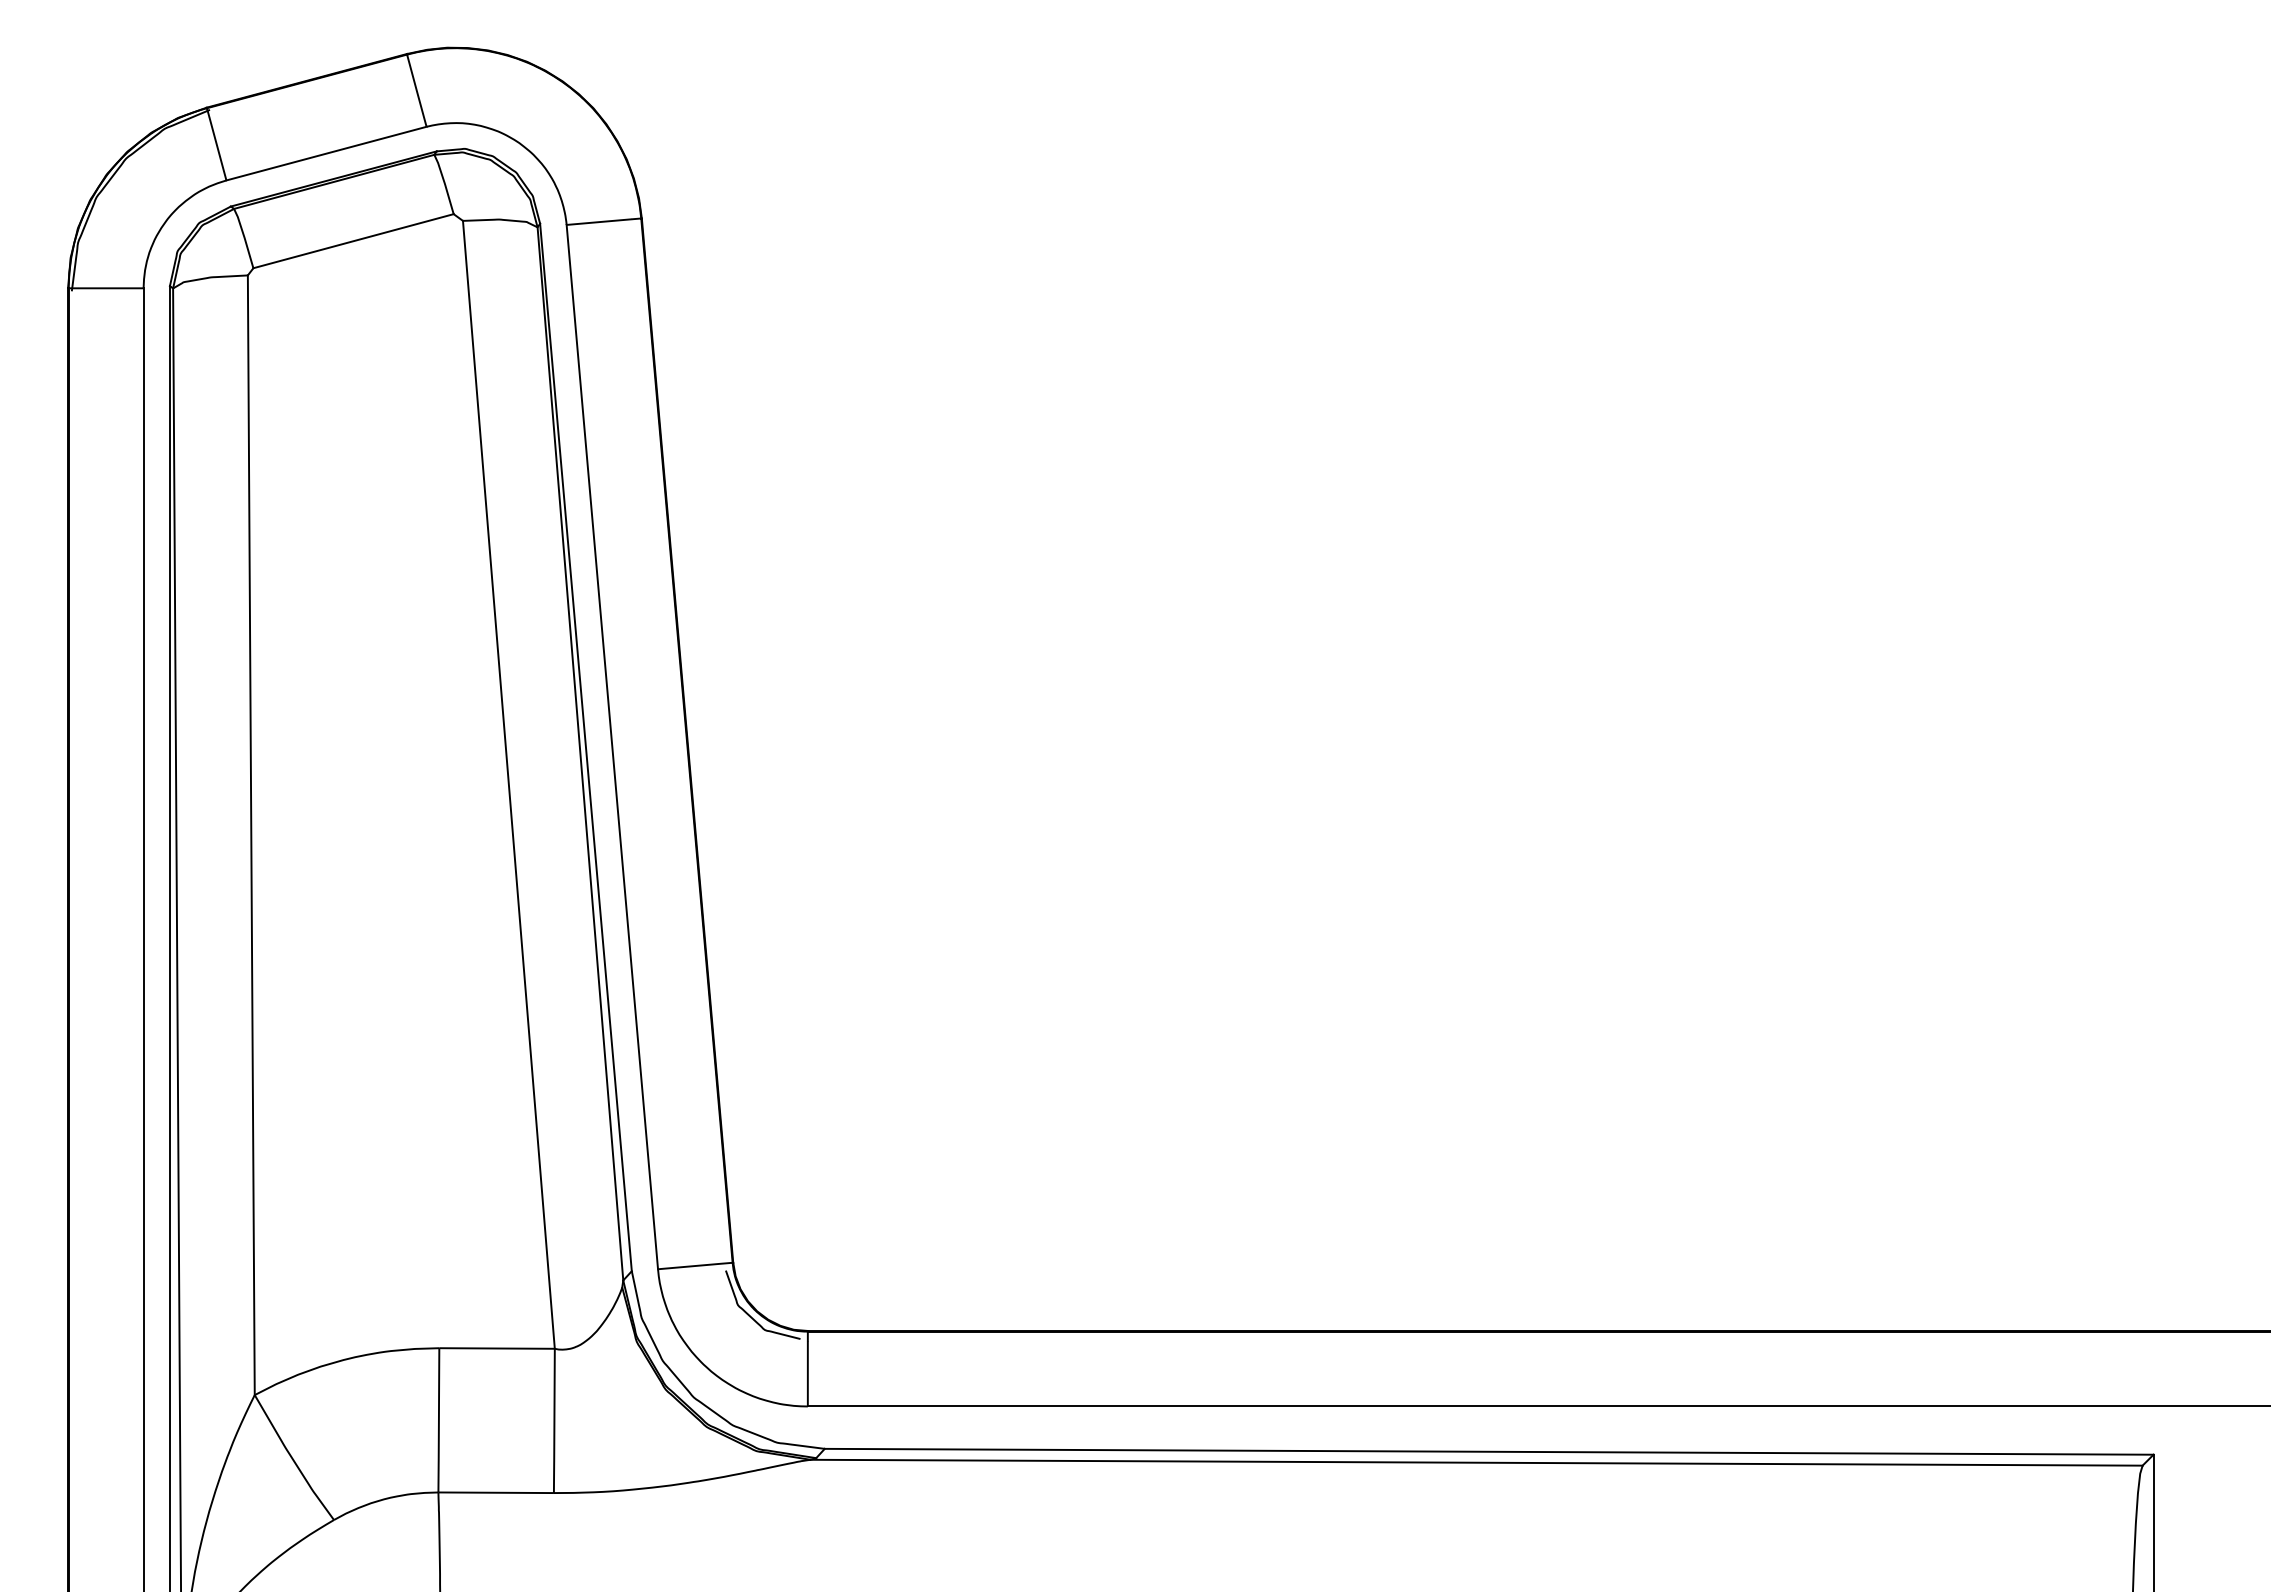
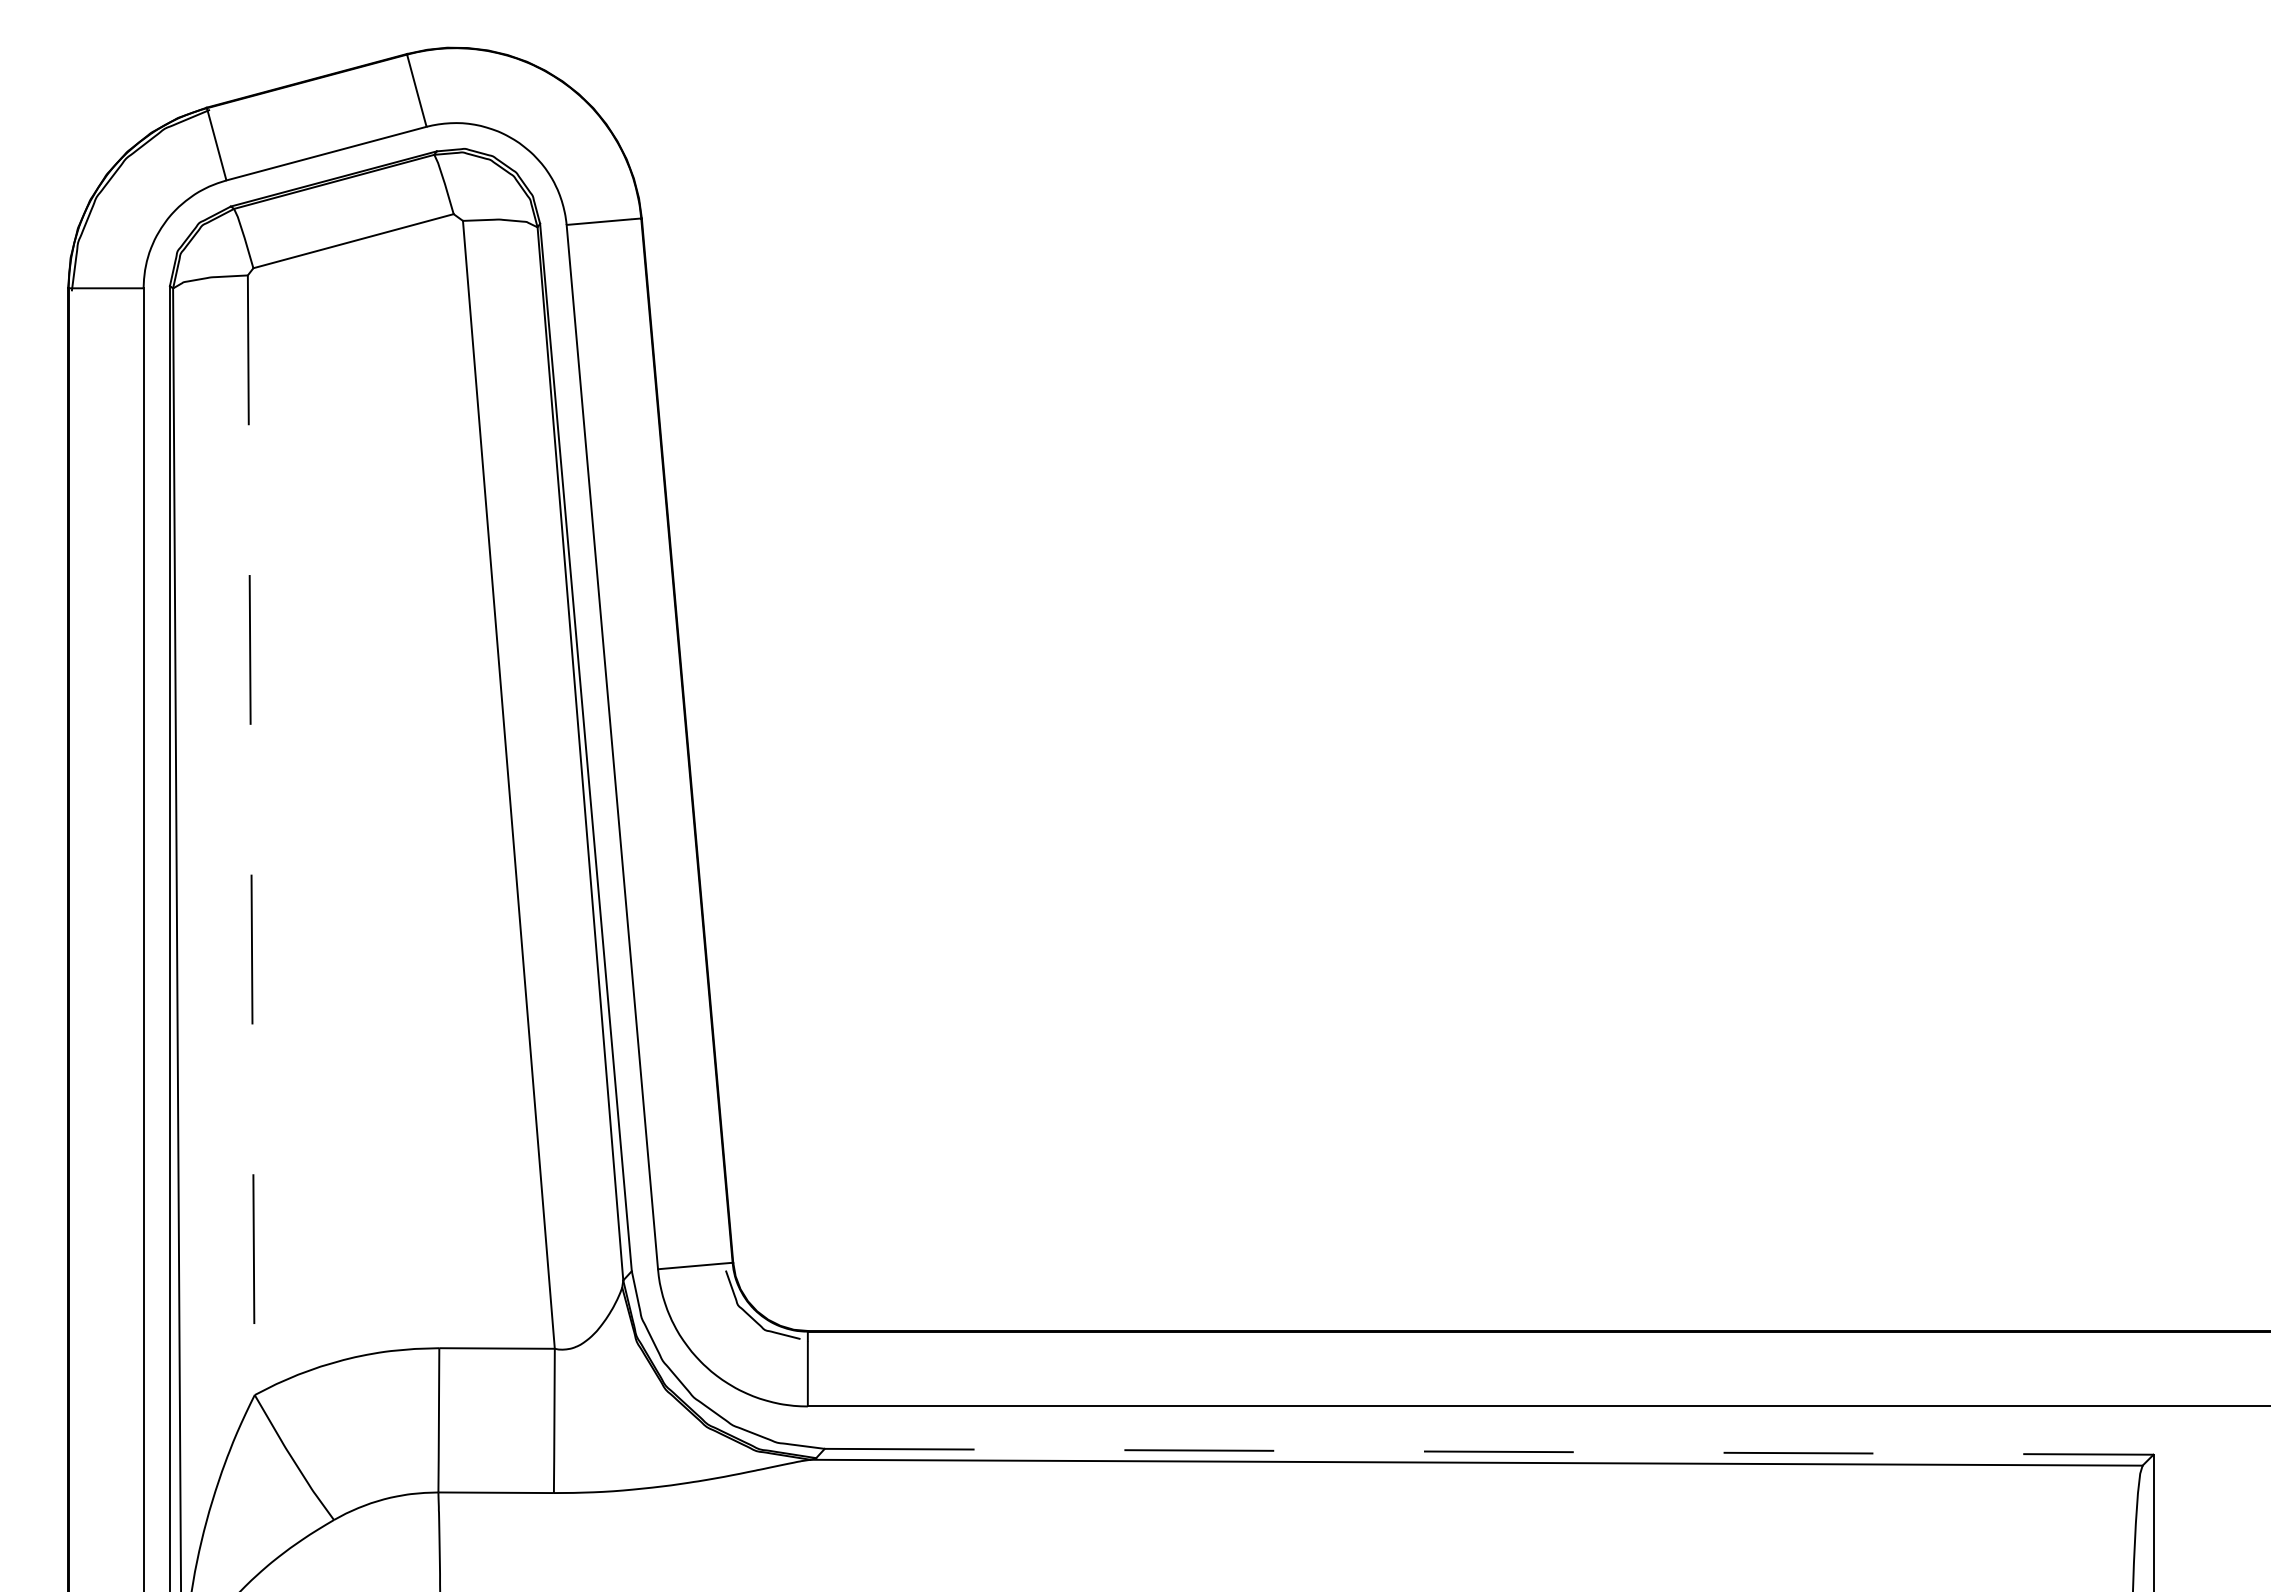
line at (251, 835): solid -> dashed
line at (1489, 1451): solid -> dashed
